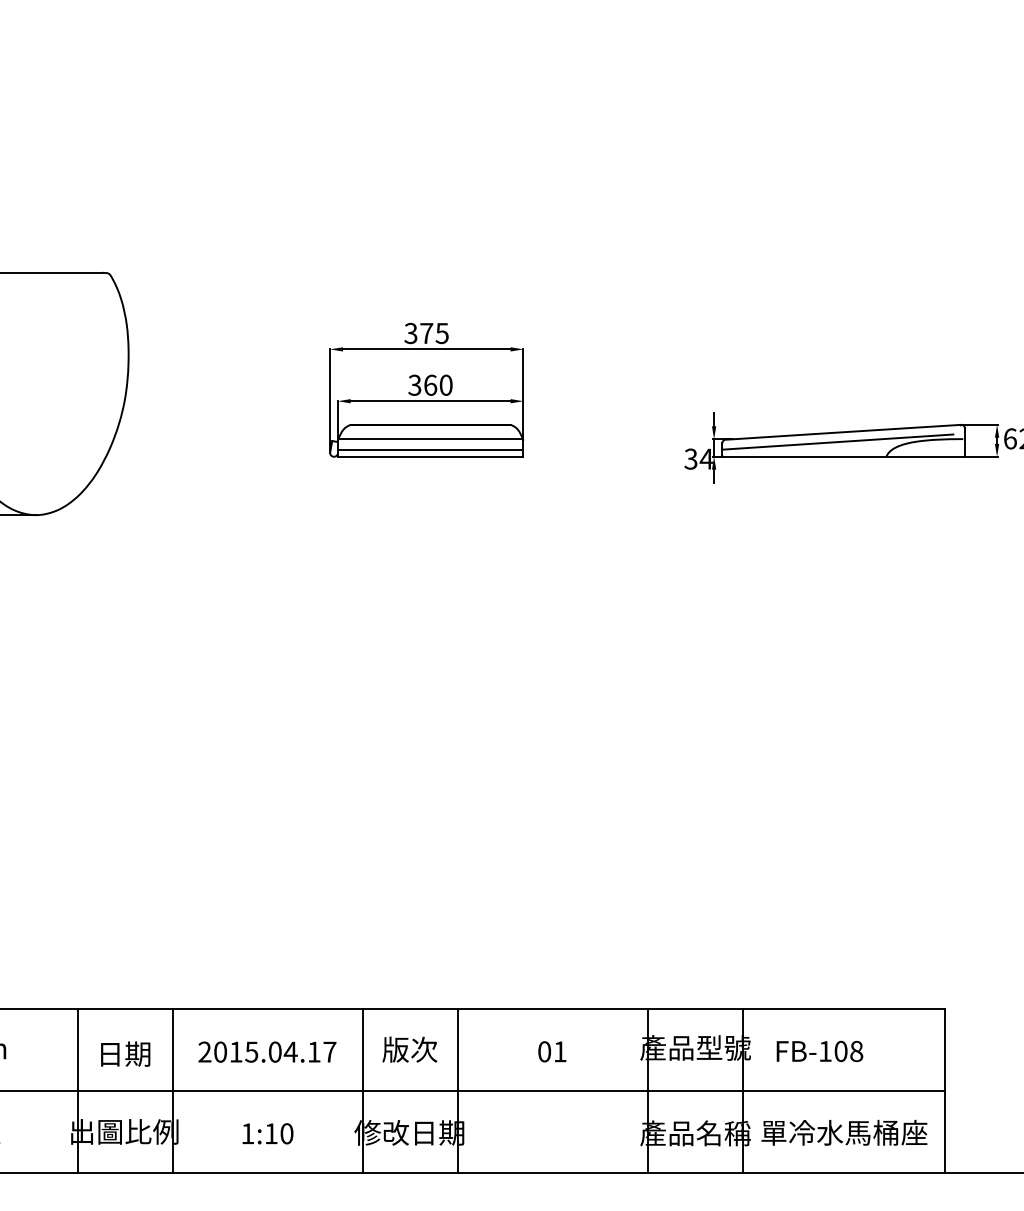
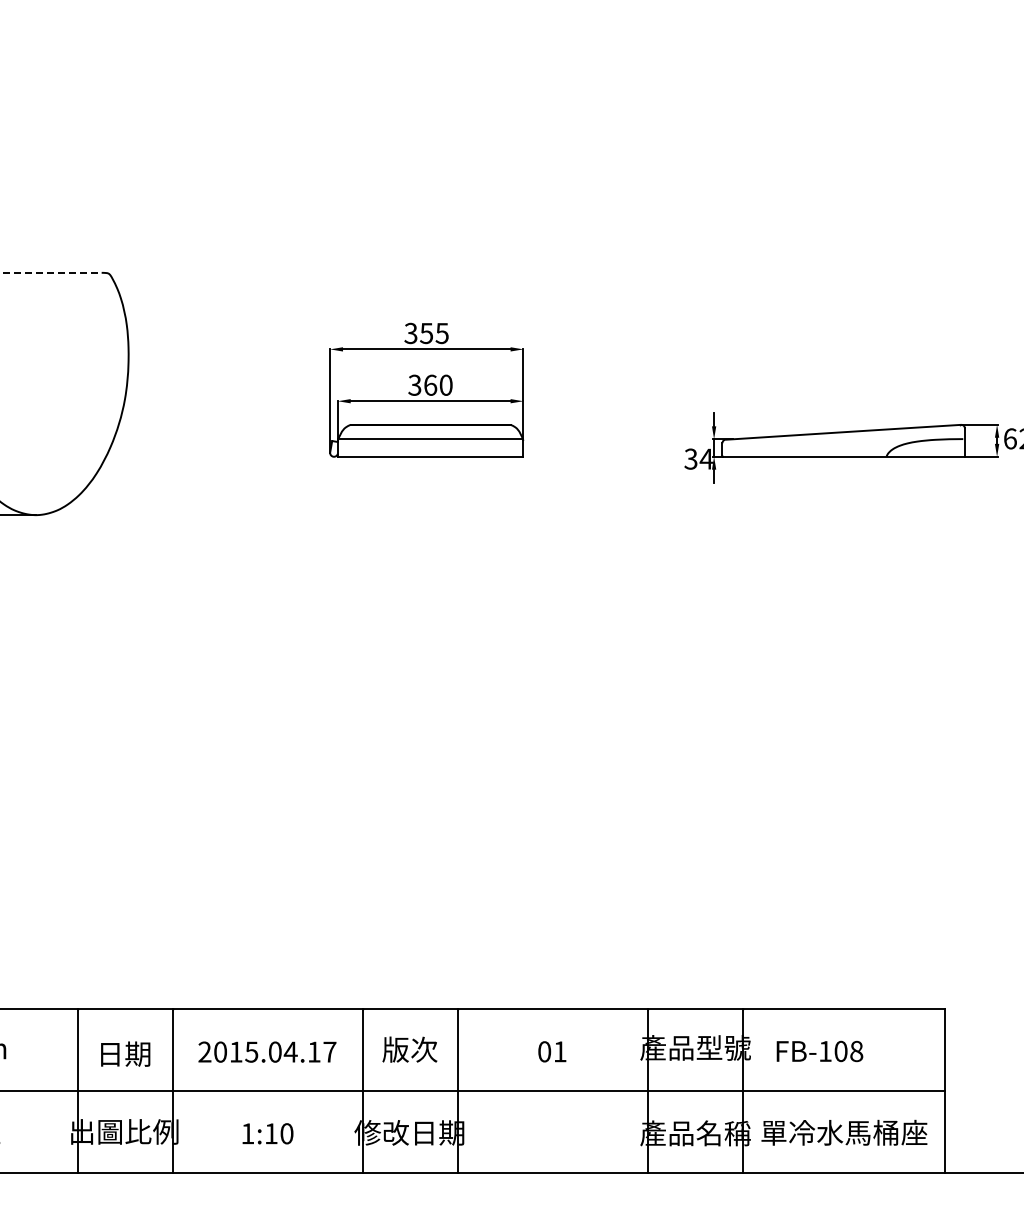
line at (50, 272): solid -> dashed
text at (426, 333): 375 -> 355
line at (837, 441): present -> none
line at (430, 449): present -> none
